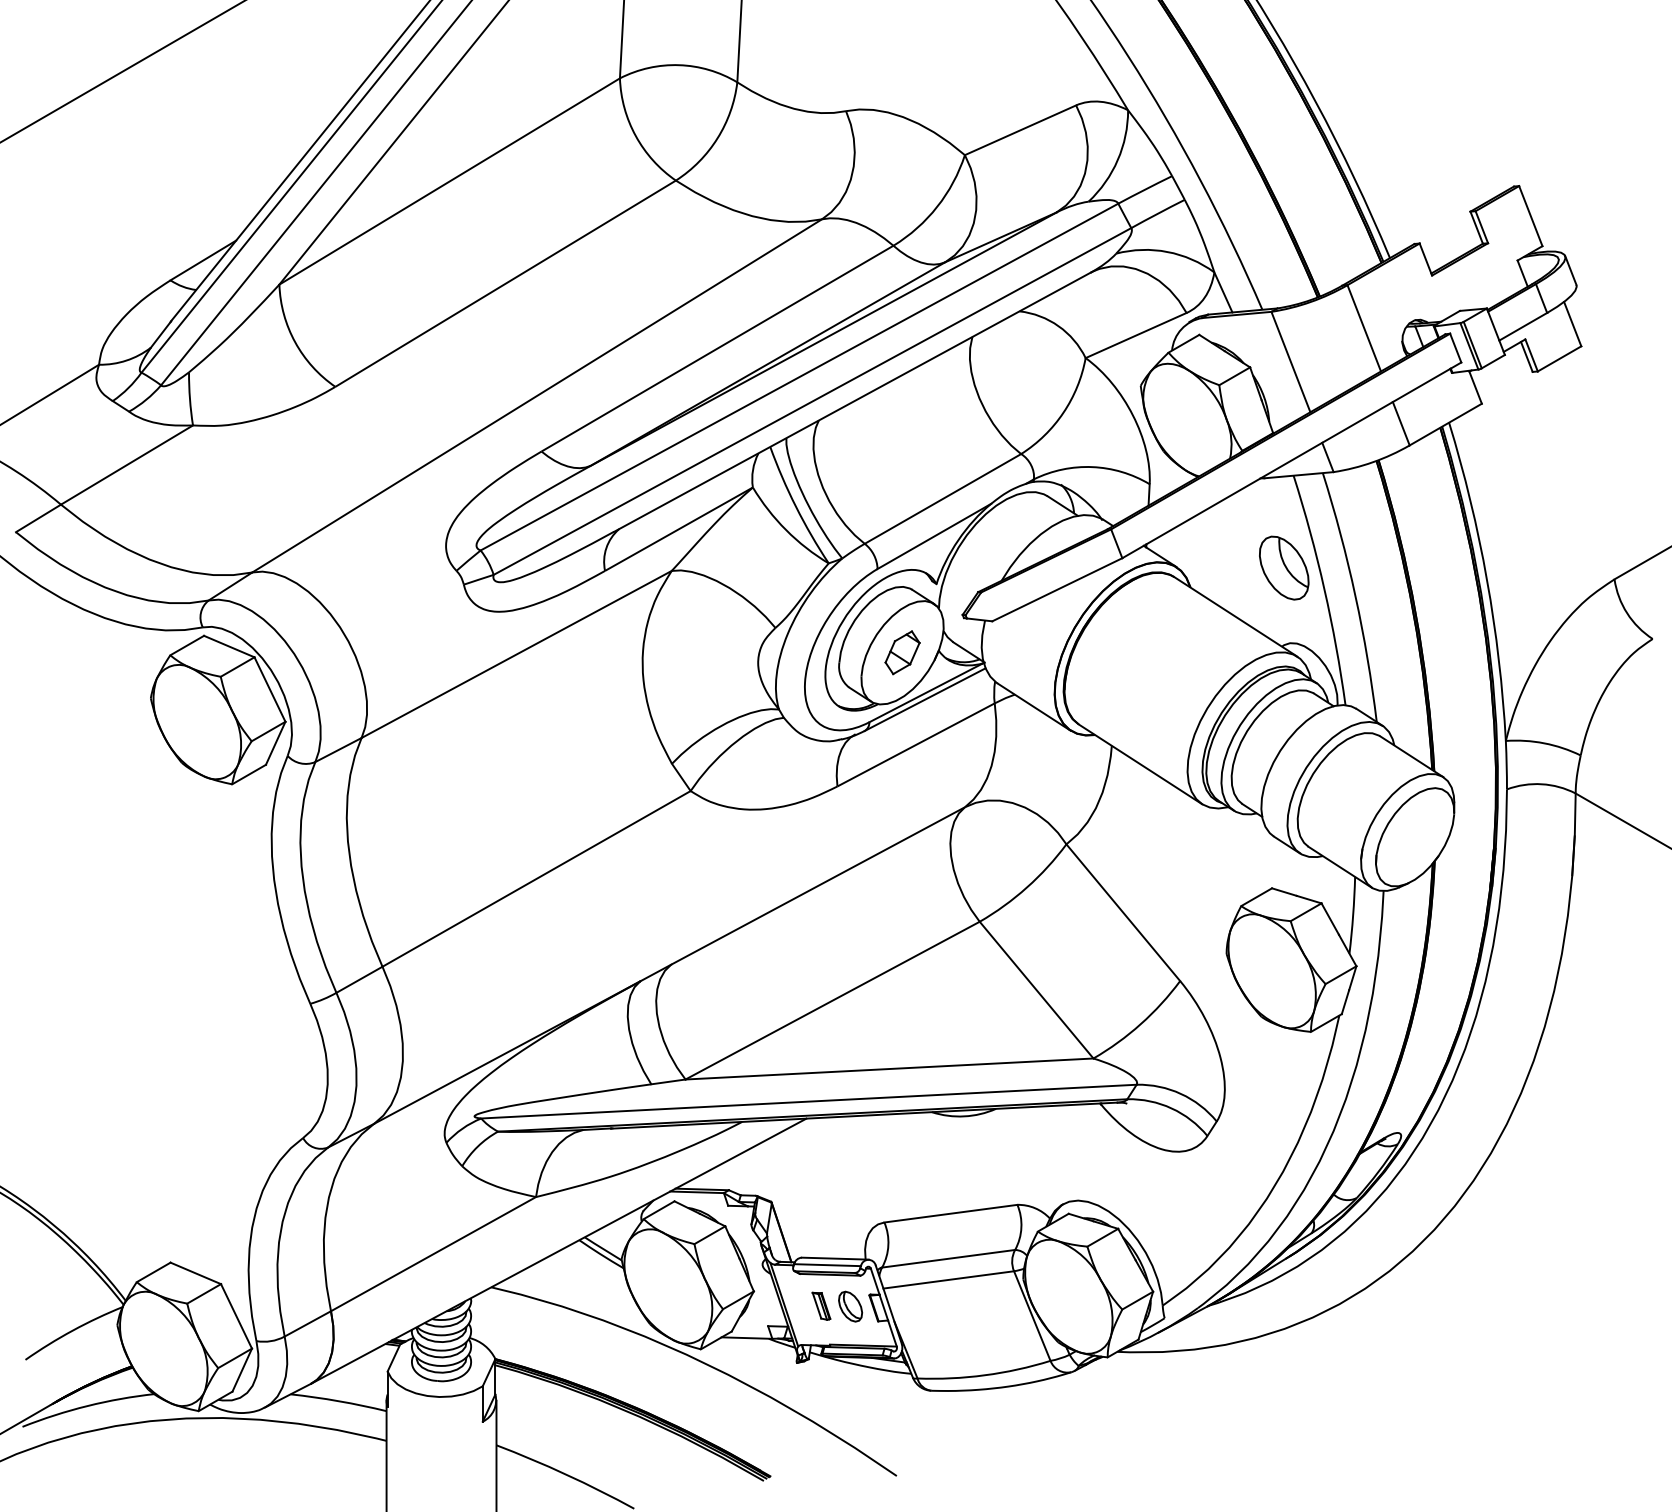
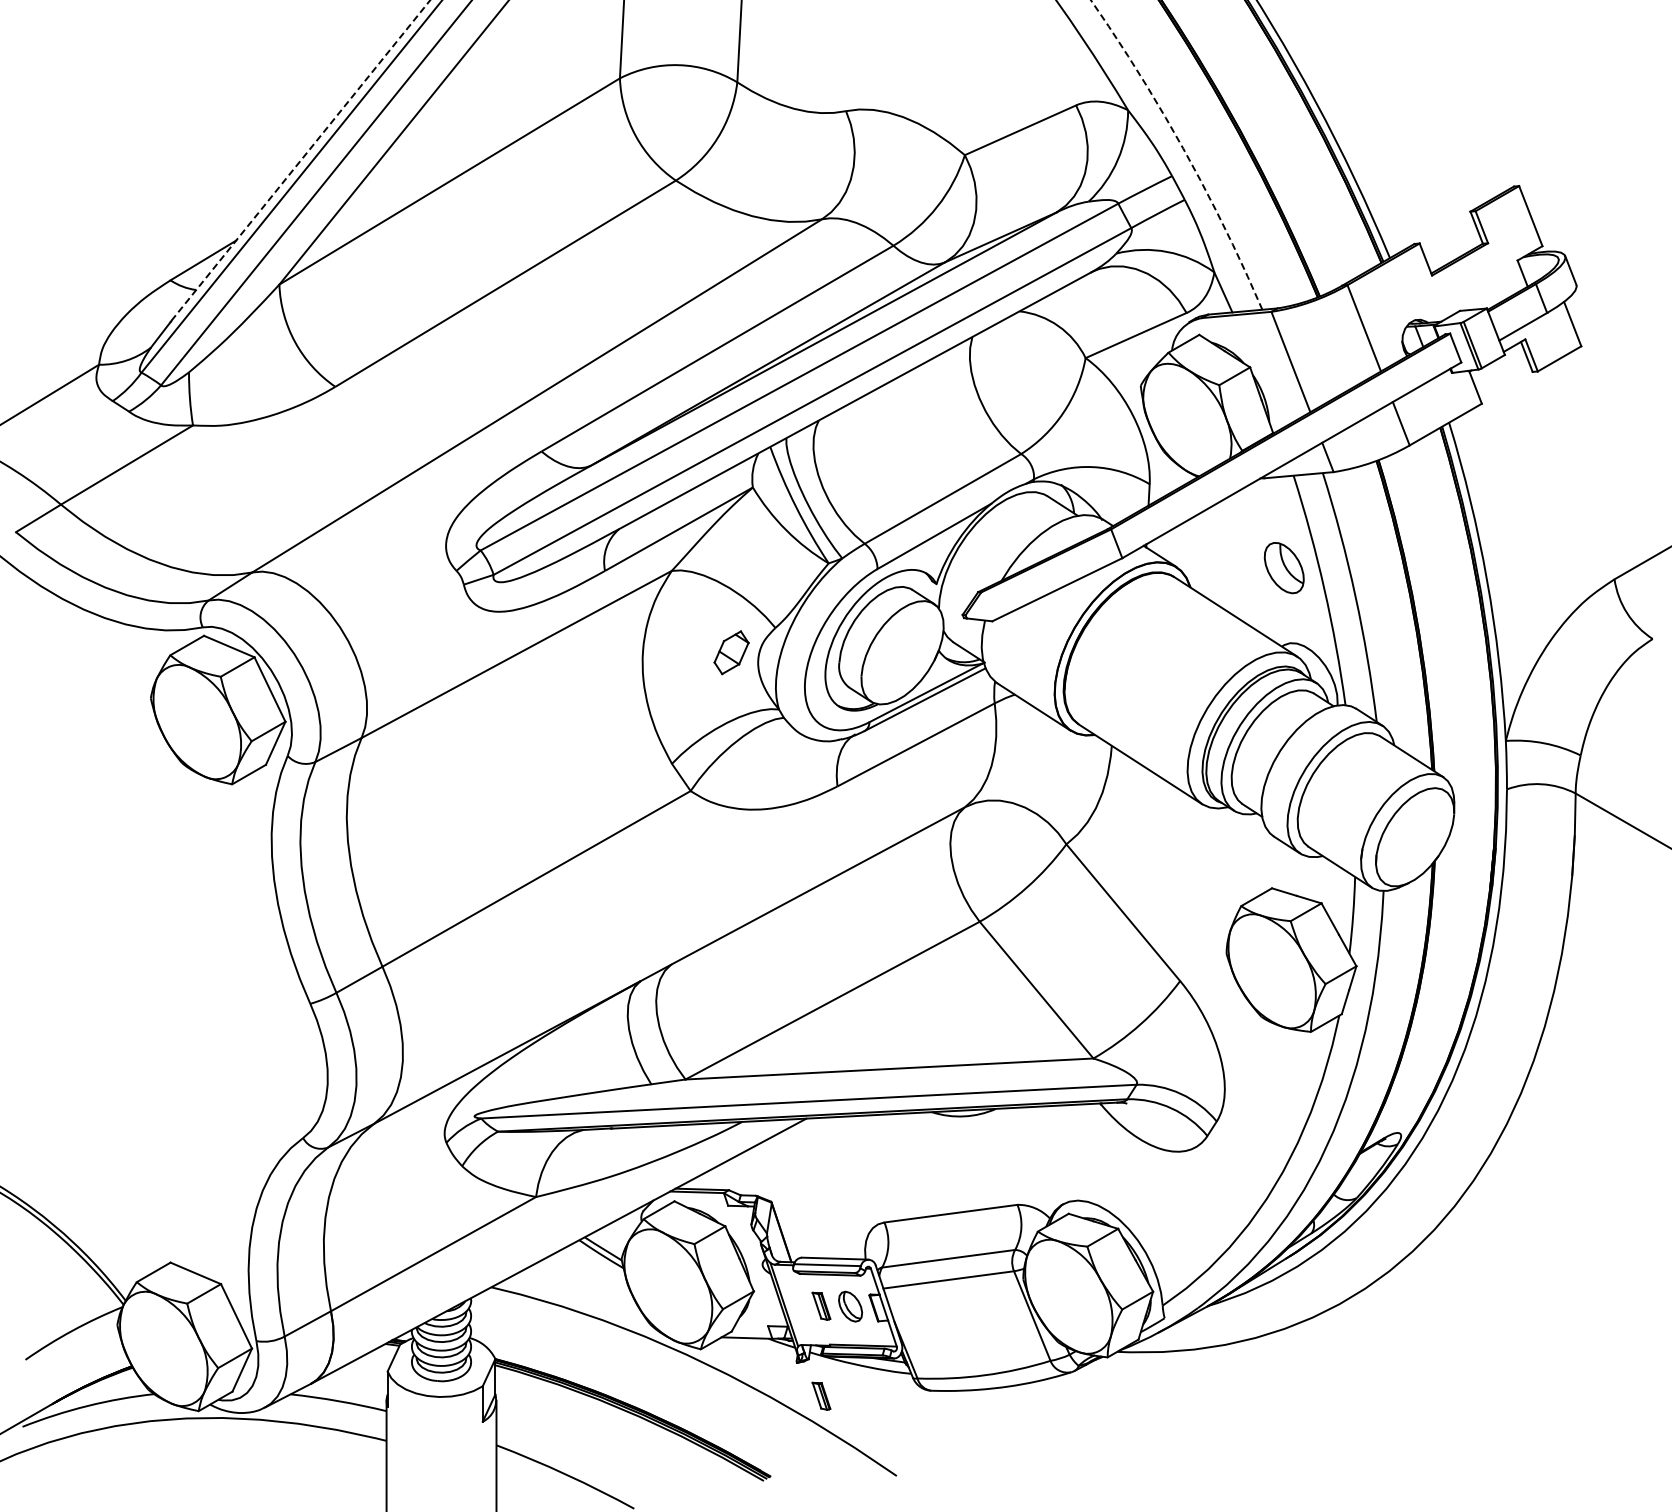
line at (121, 71): present -> none
arc at (1184, 150): solid -> dashed
line at (300, 160): solid -> dashed
part at (1284, 567) size: 51x66 px -> 42x53 px
part at (902, 652) position: (902, 652) -> (731, 652)
part at (821, 1395): none -> present
